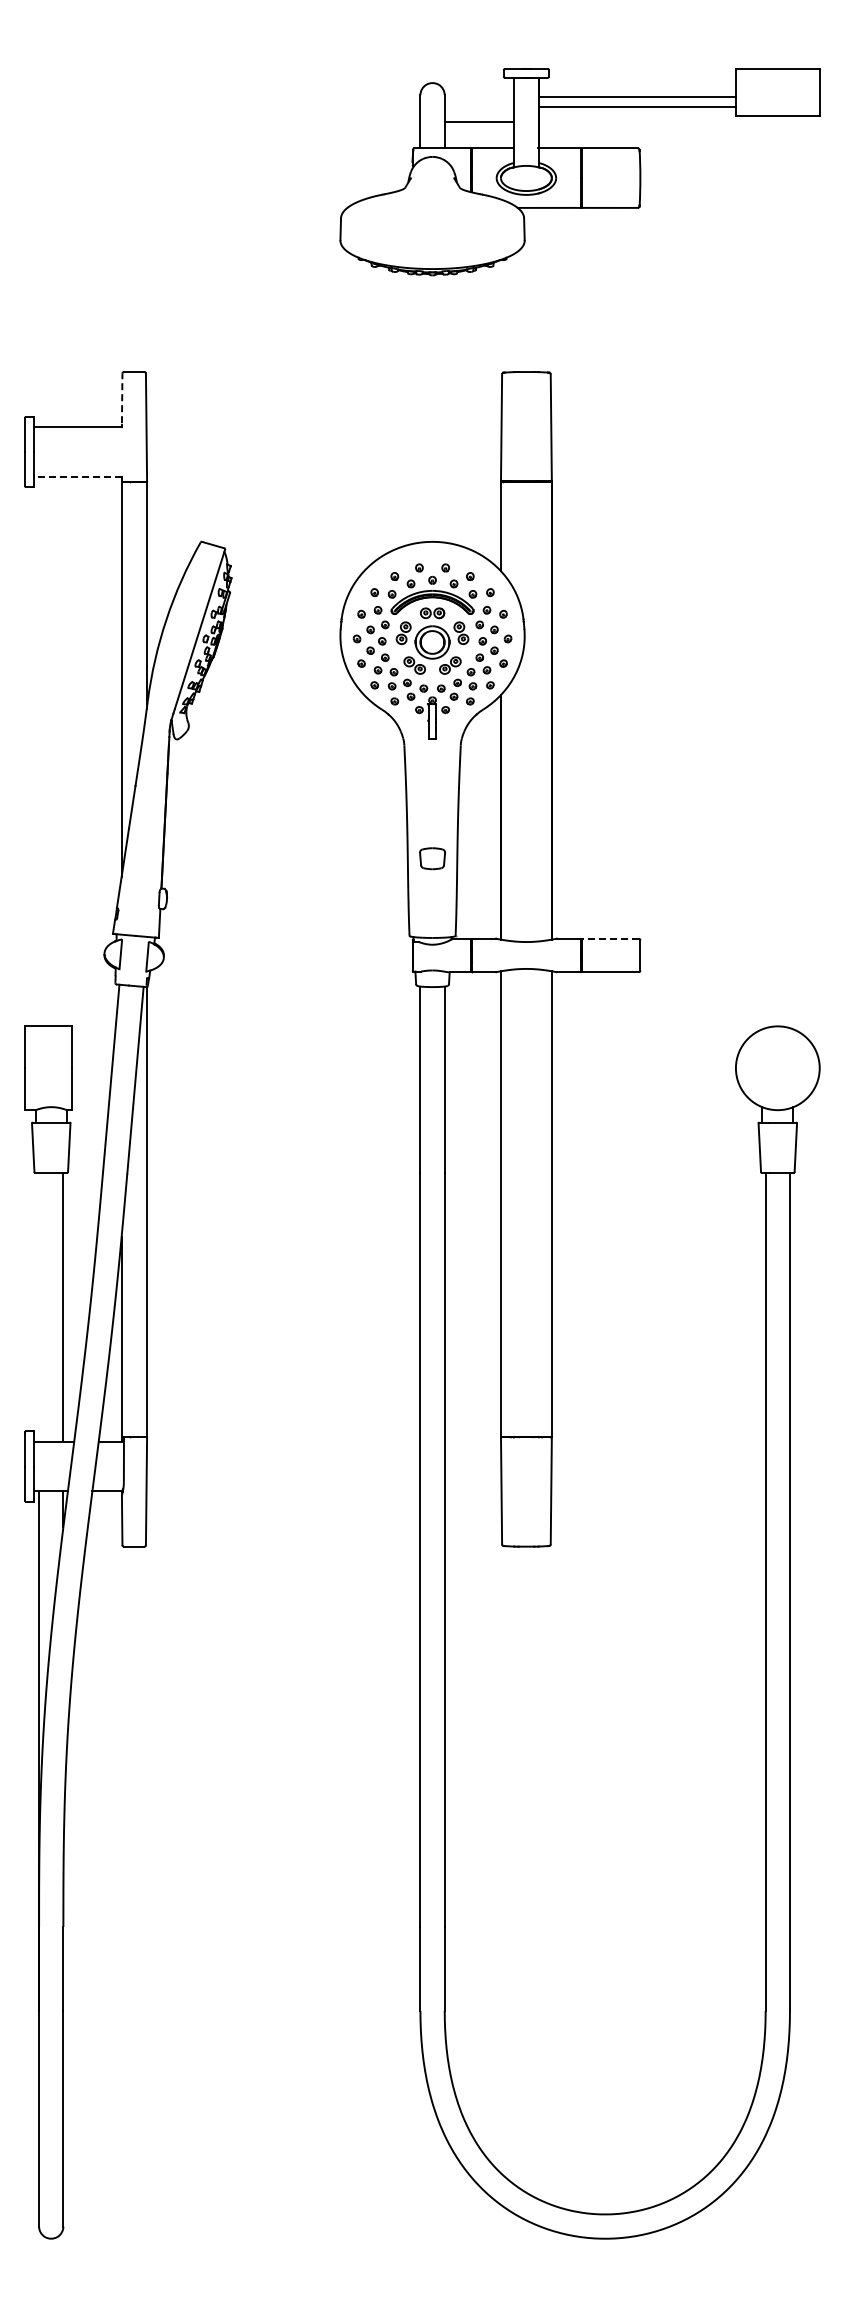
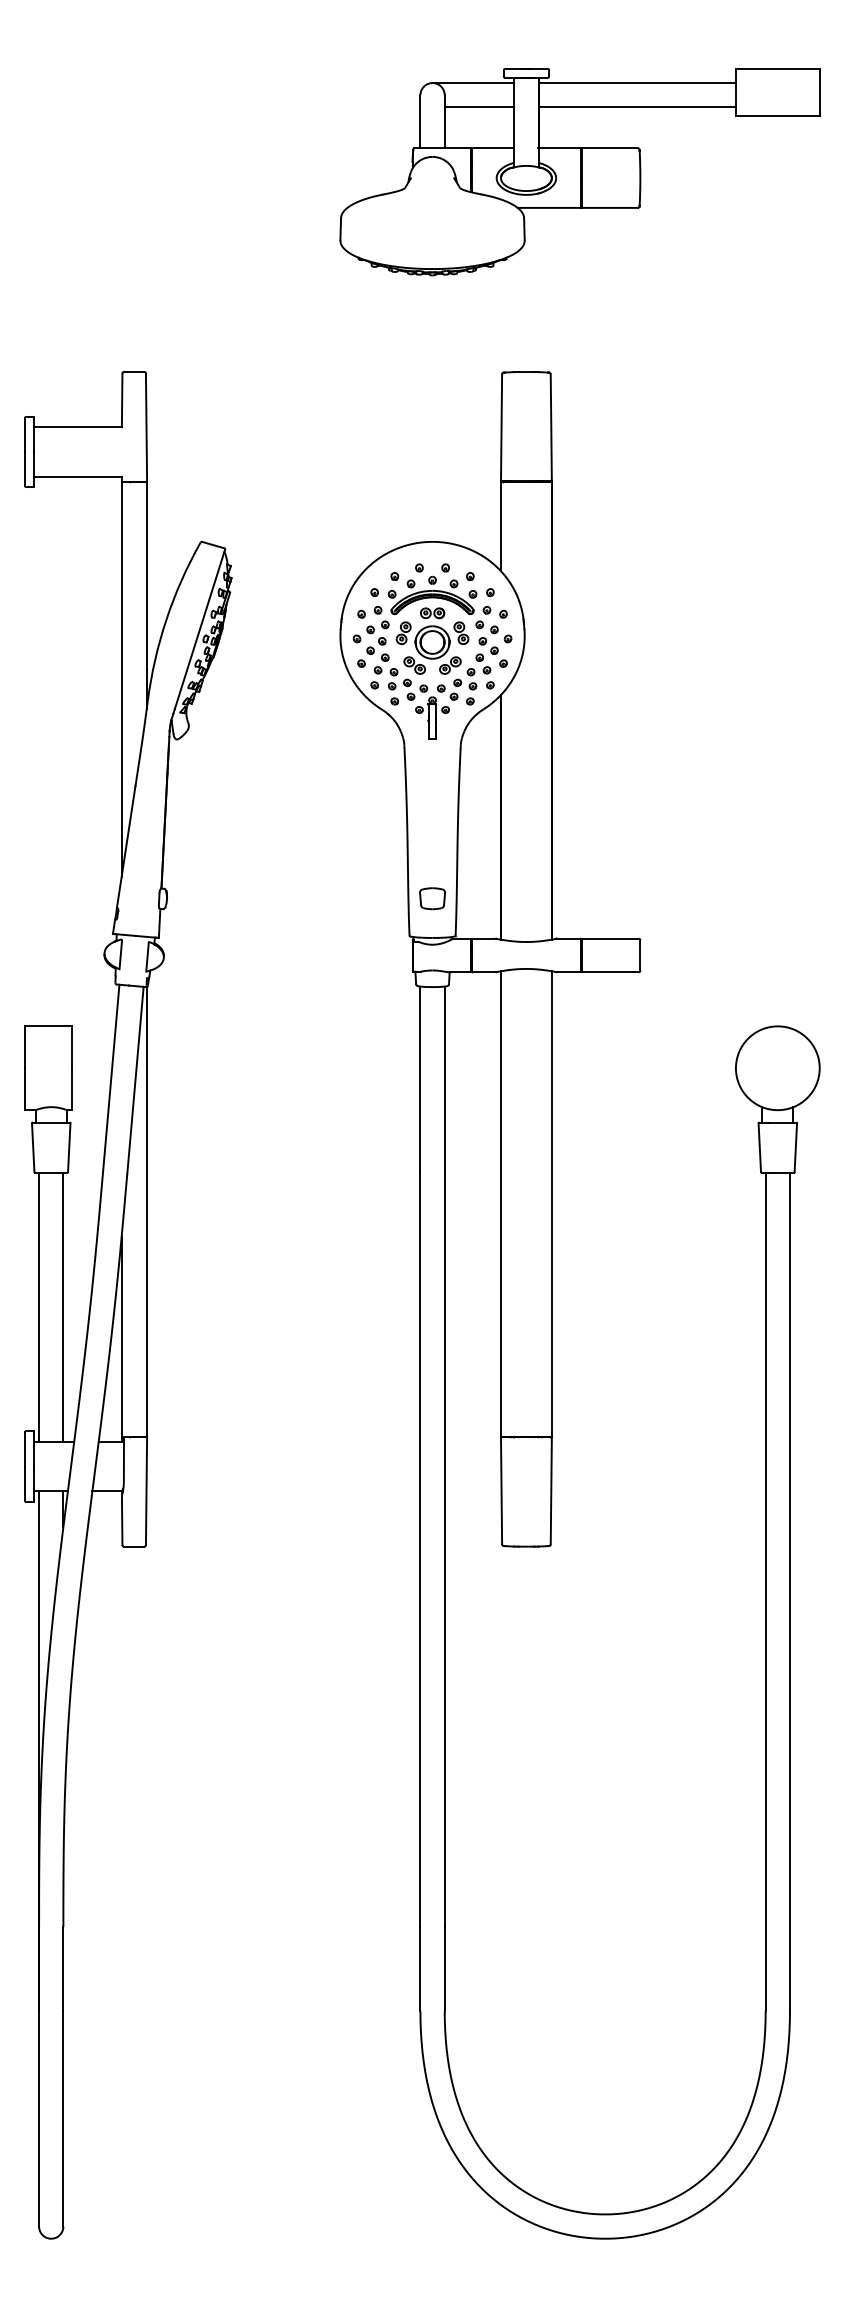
line at (473, 83): none -> present
line at (636, 97) position: (636, 97) -> (636, 83)
line at (479, 122) position: (479, 122) -> (479, 107)
line at (122, 398): dashed -> solid
line at (77, 476): dashed -> solid
part at (432, 858) position: (432, 858) -> (432, 898)
line at (609, 938): dashed -> solid
line at (39, 1307): none -> present
